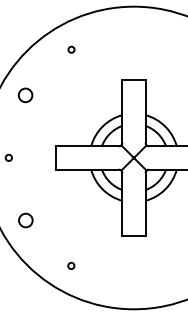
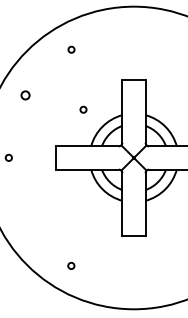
circle at (25, 95) size: 17x17 px -> 11x11 px
circle at (83, 109): none -> present
circle at (25, 220): present -> none
